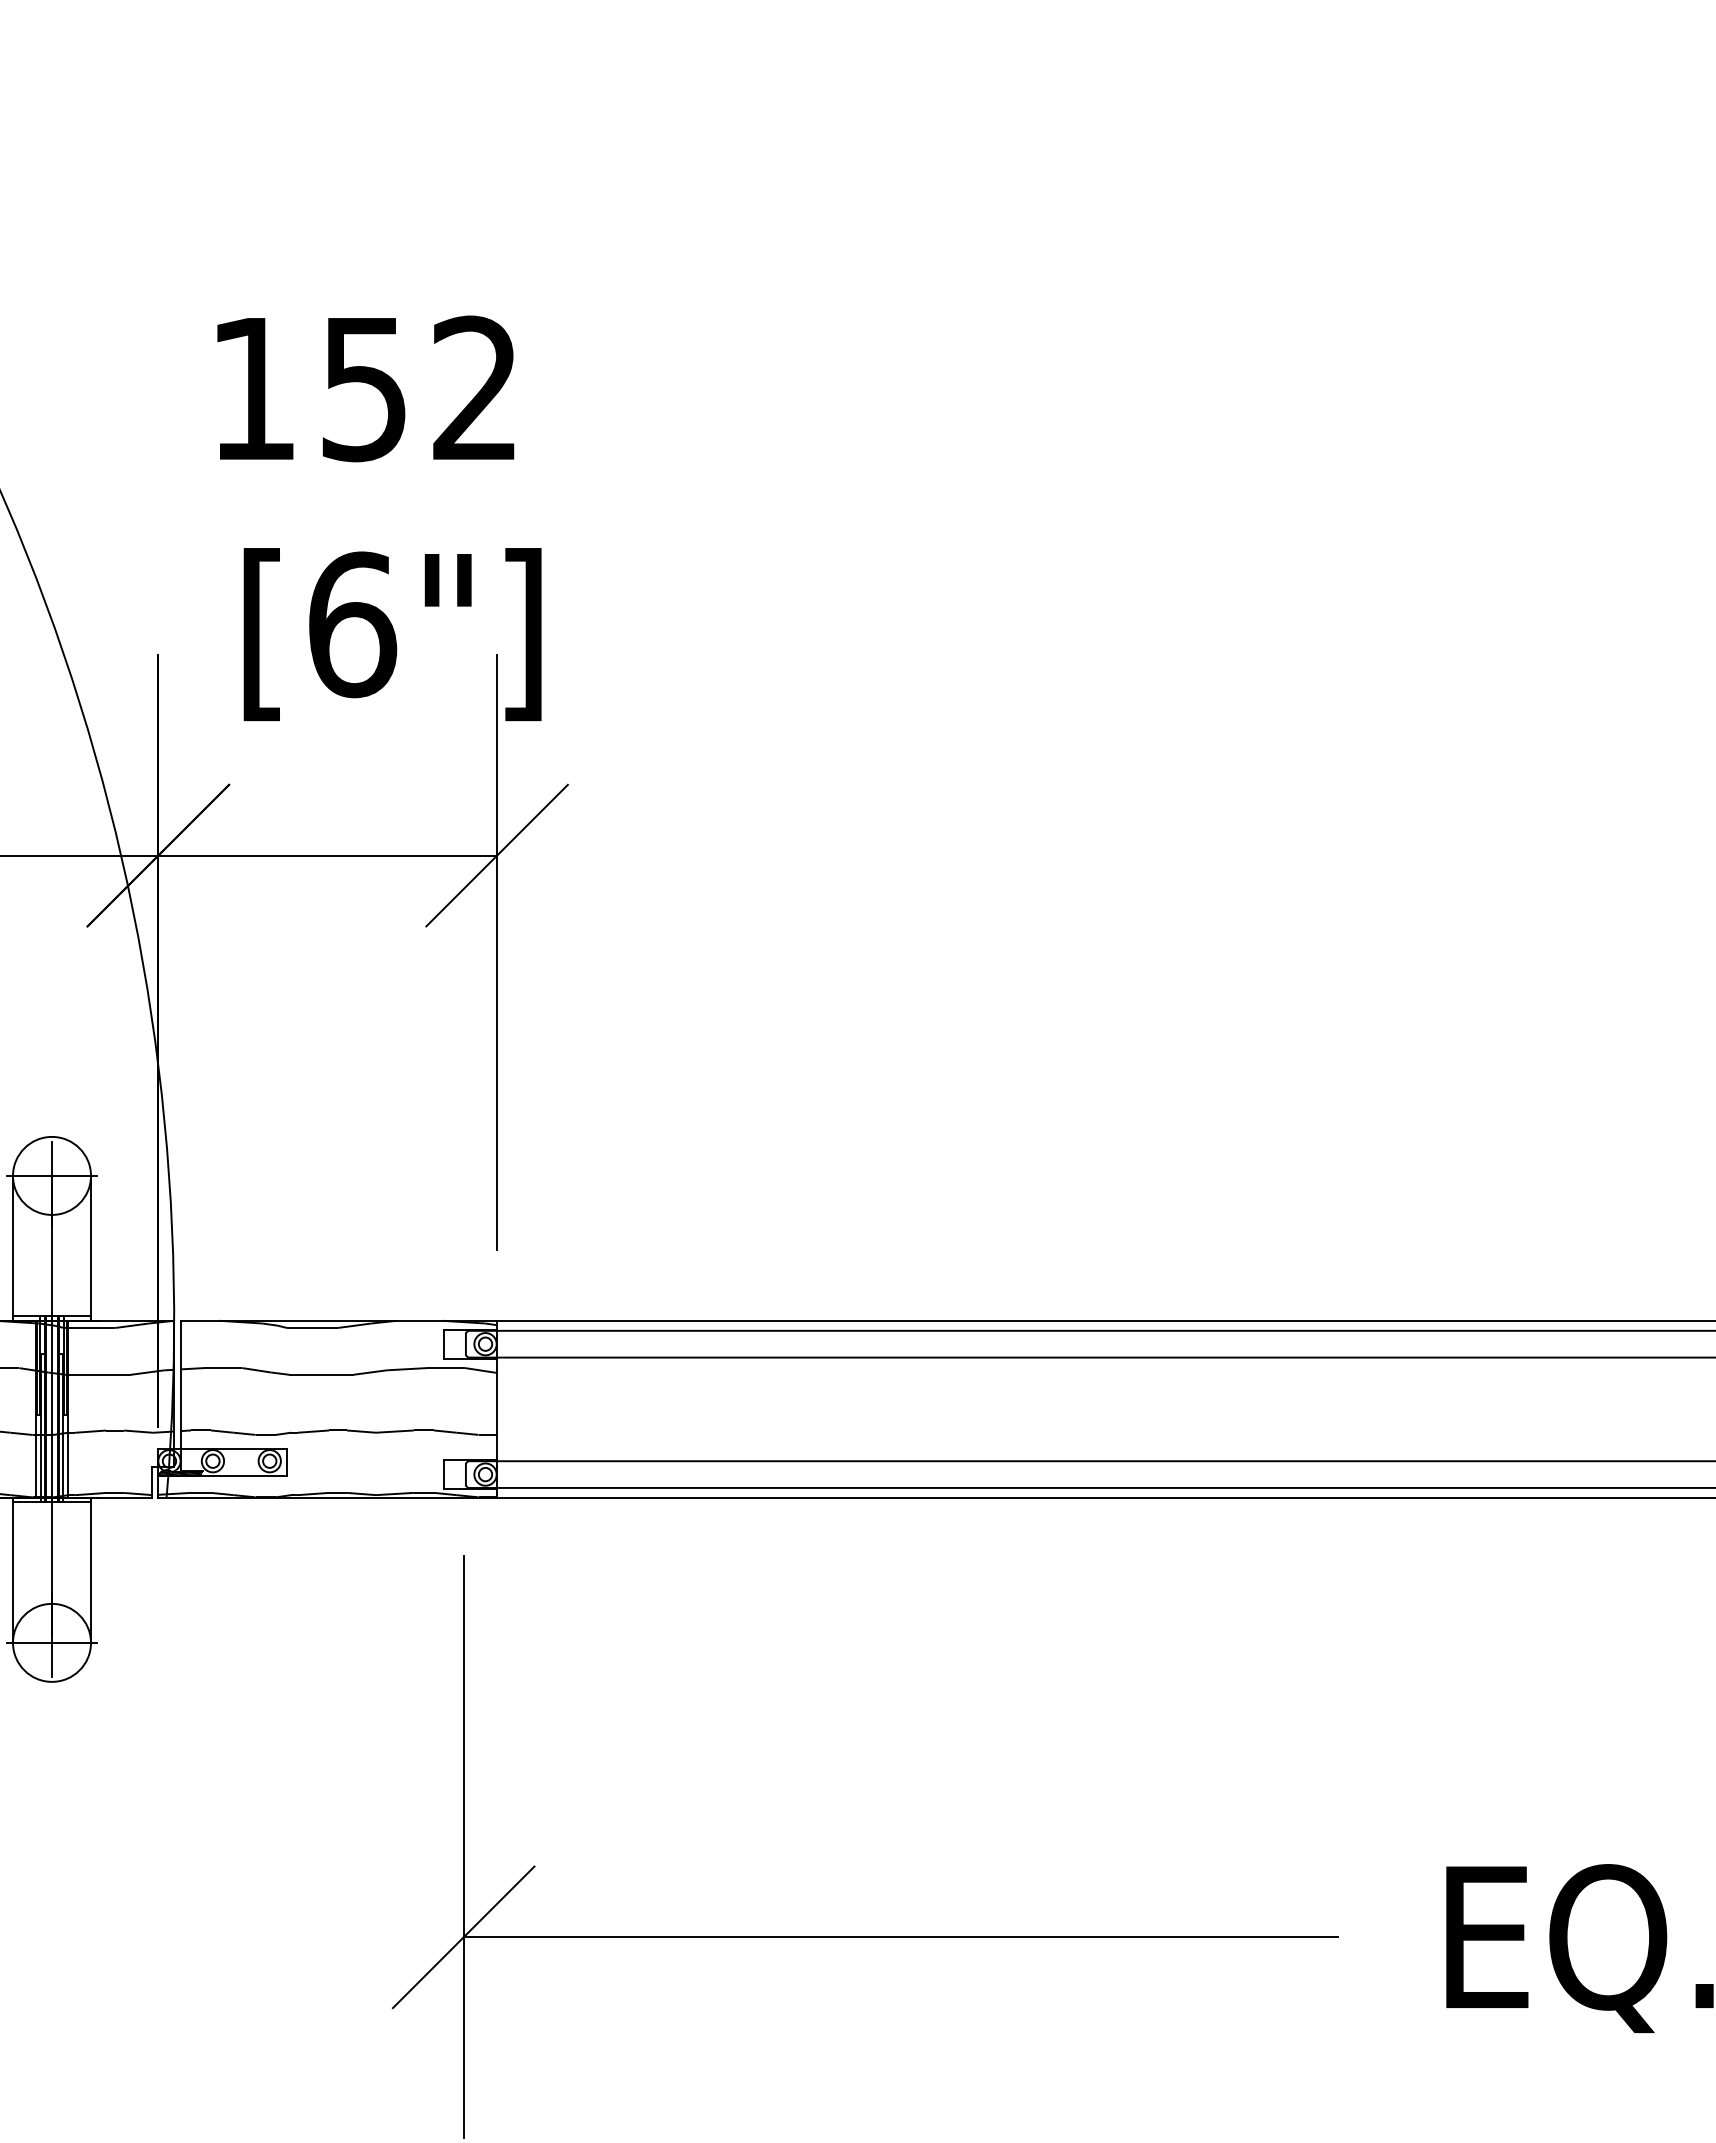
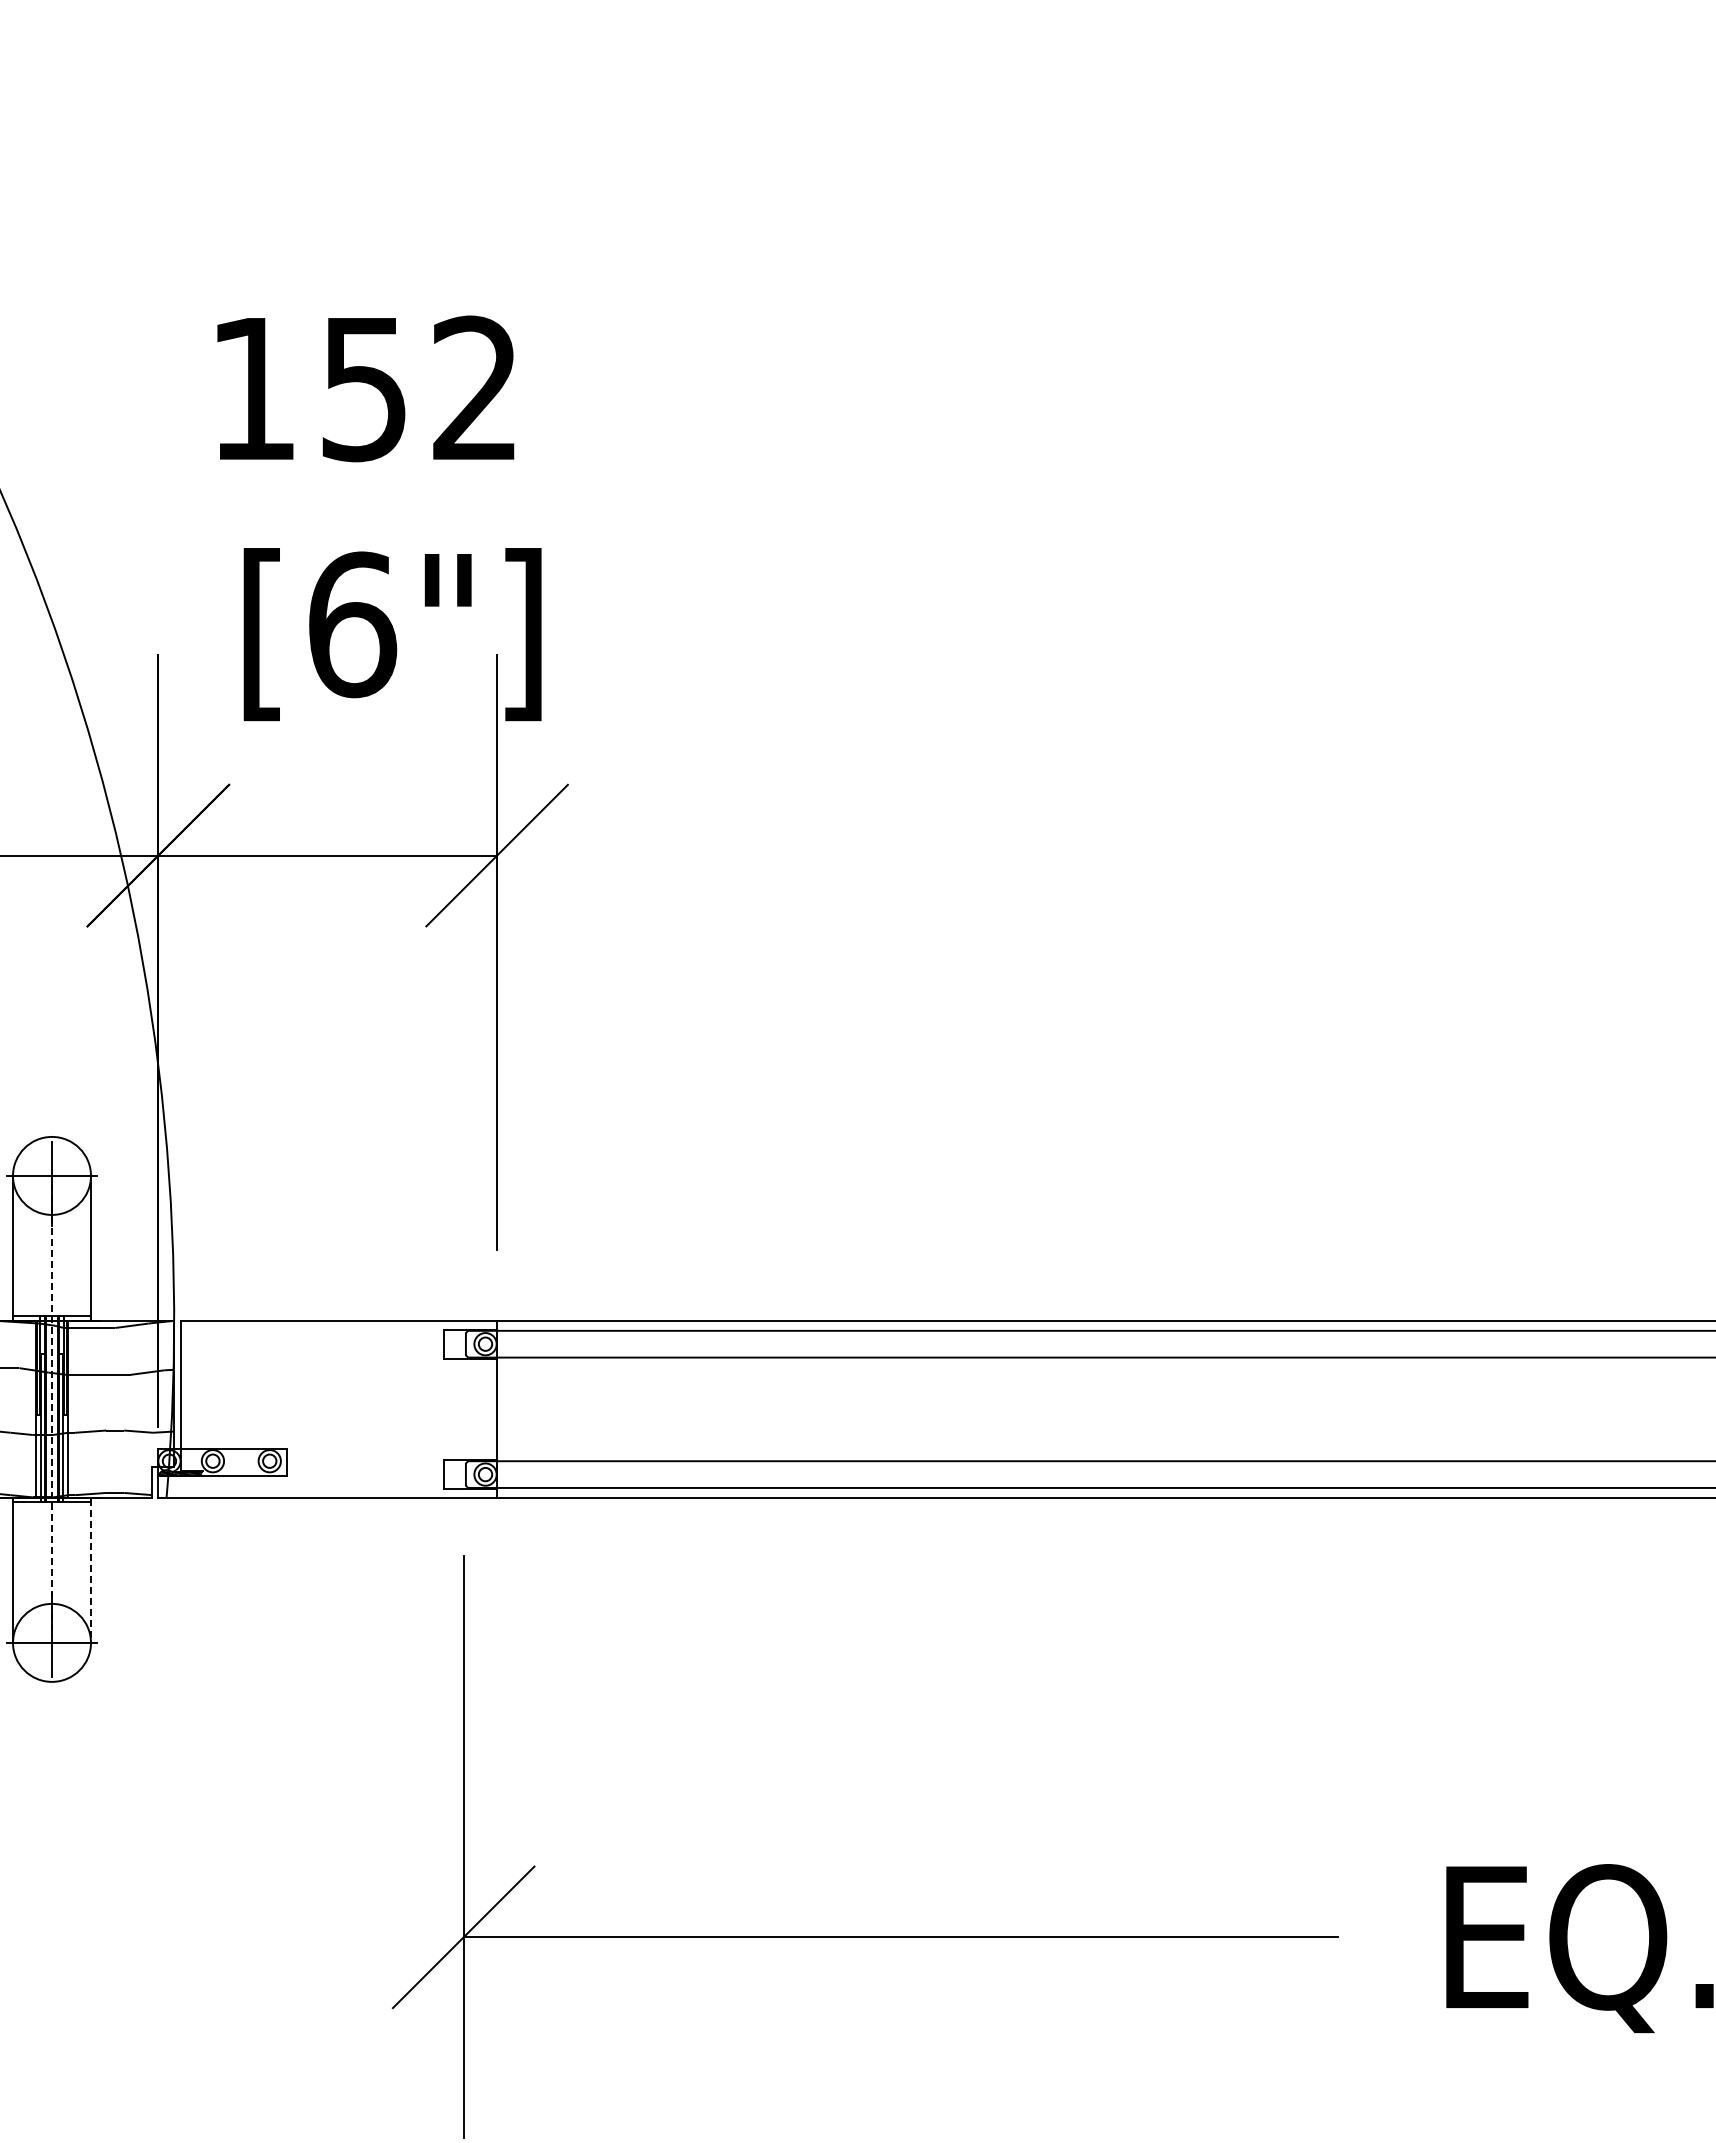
hatch at (327, 1408): present -> none
line at (52, 1410): solid -> dashed
line at (91, 1571): solid -> dashed
